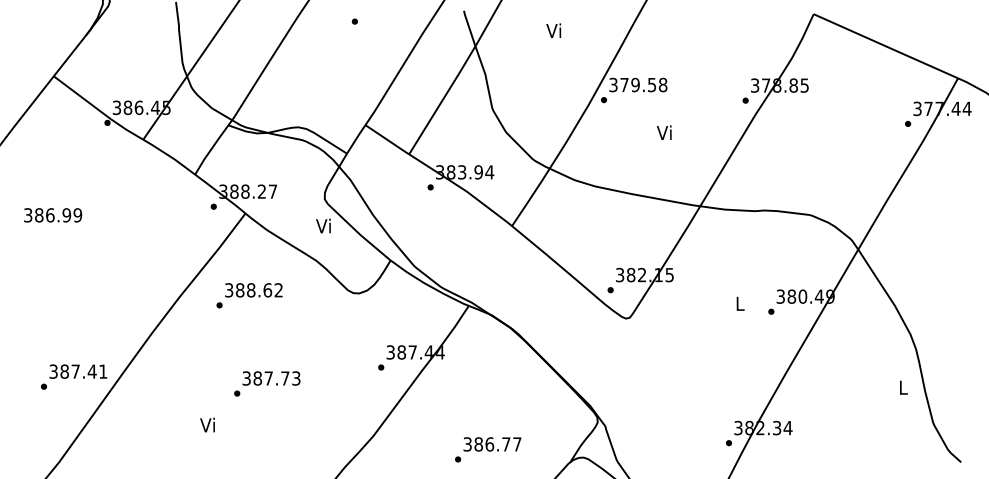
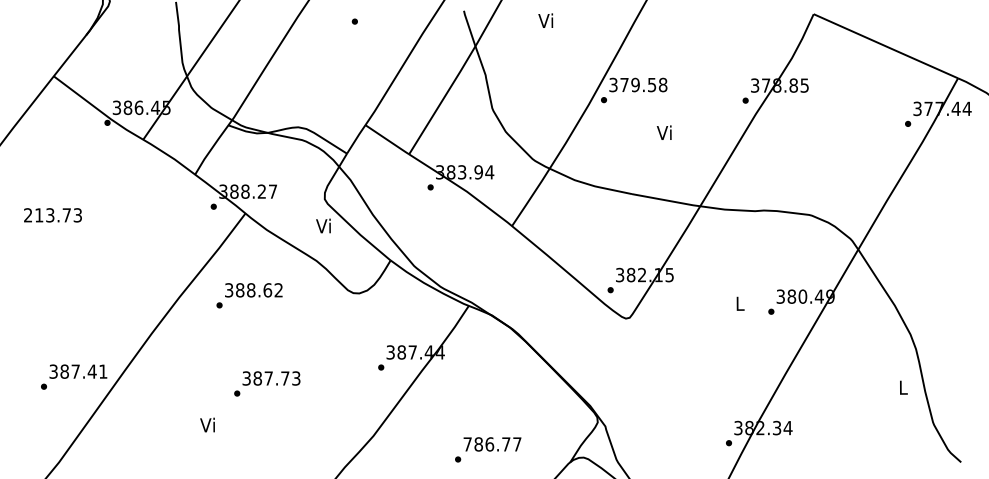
text at (553, 30) position: (553, 30) -> (545, 20)
text at (53, 215): 386.99 -> 213.73
text at (467, 444): 386.77 -> 786.77
